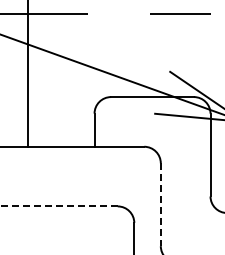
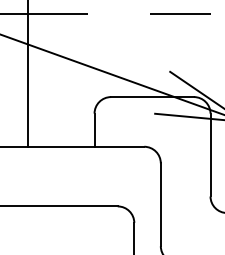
line at (160, 205): dashed -> solid
line at (58, 206): dashed -> solid
